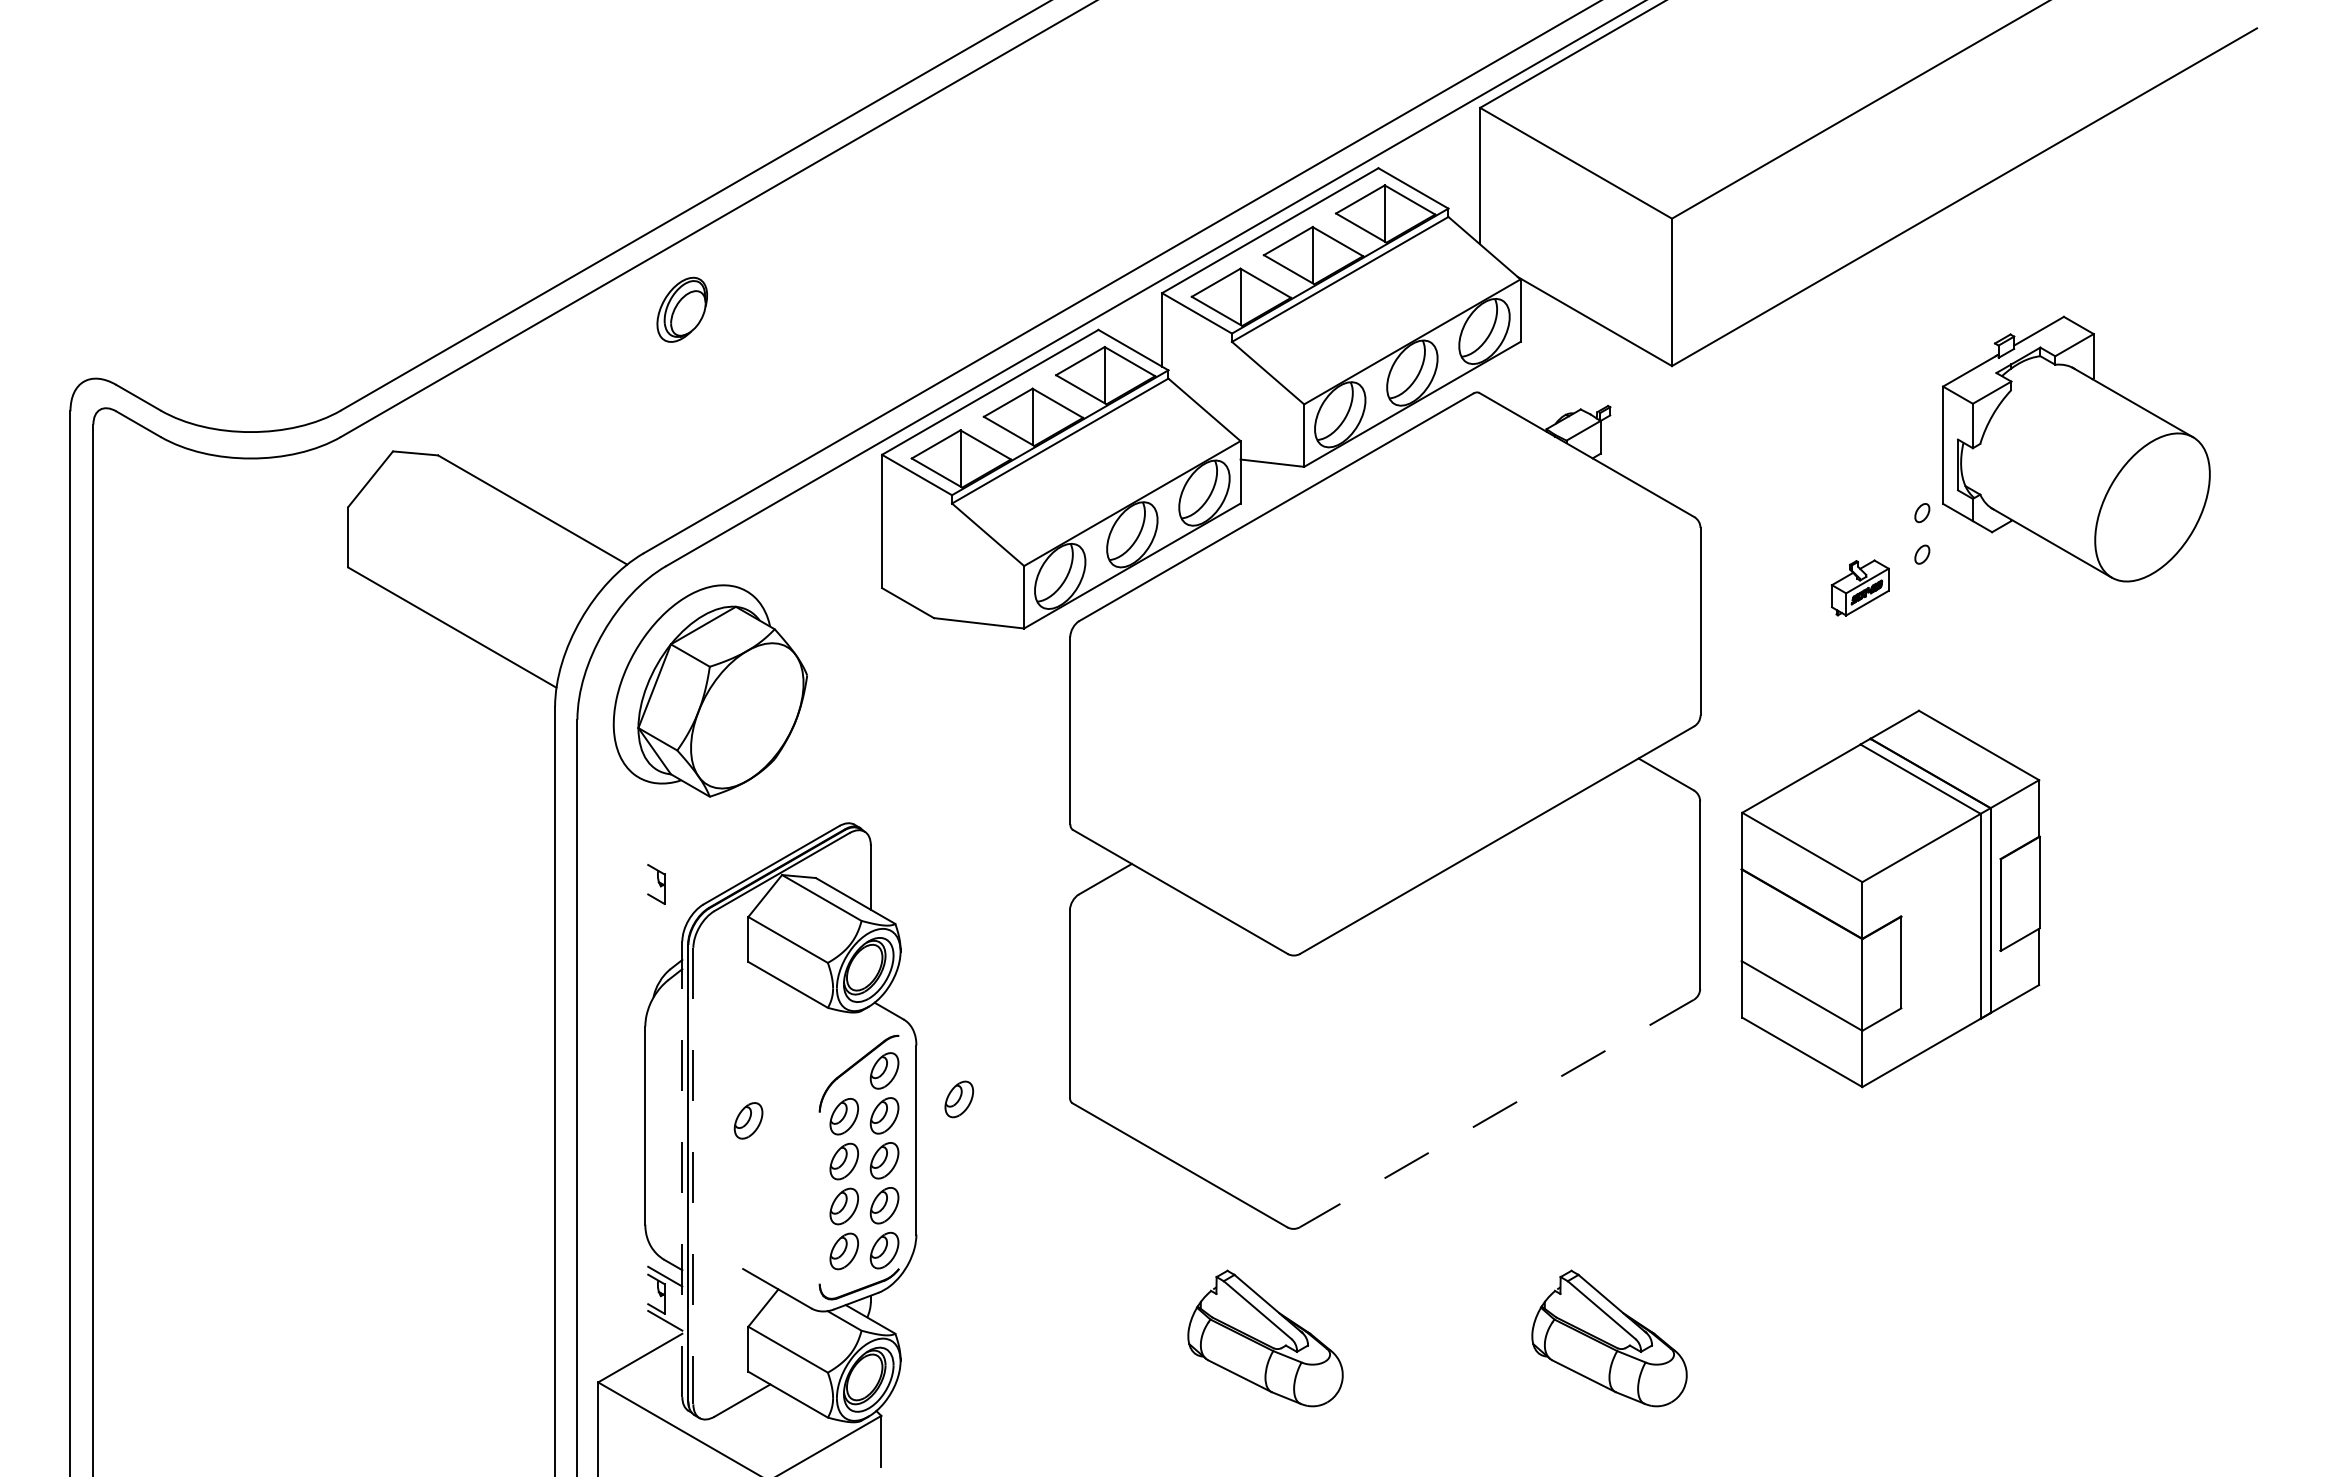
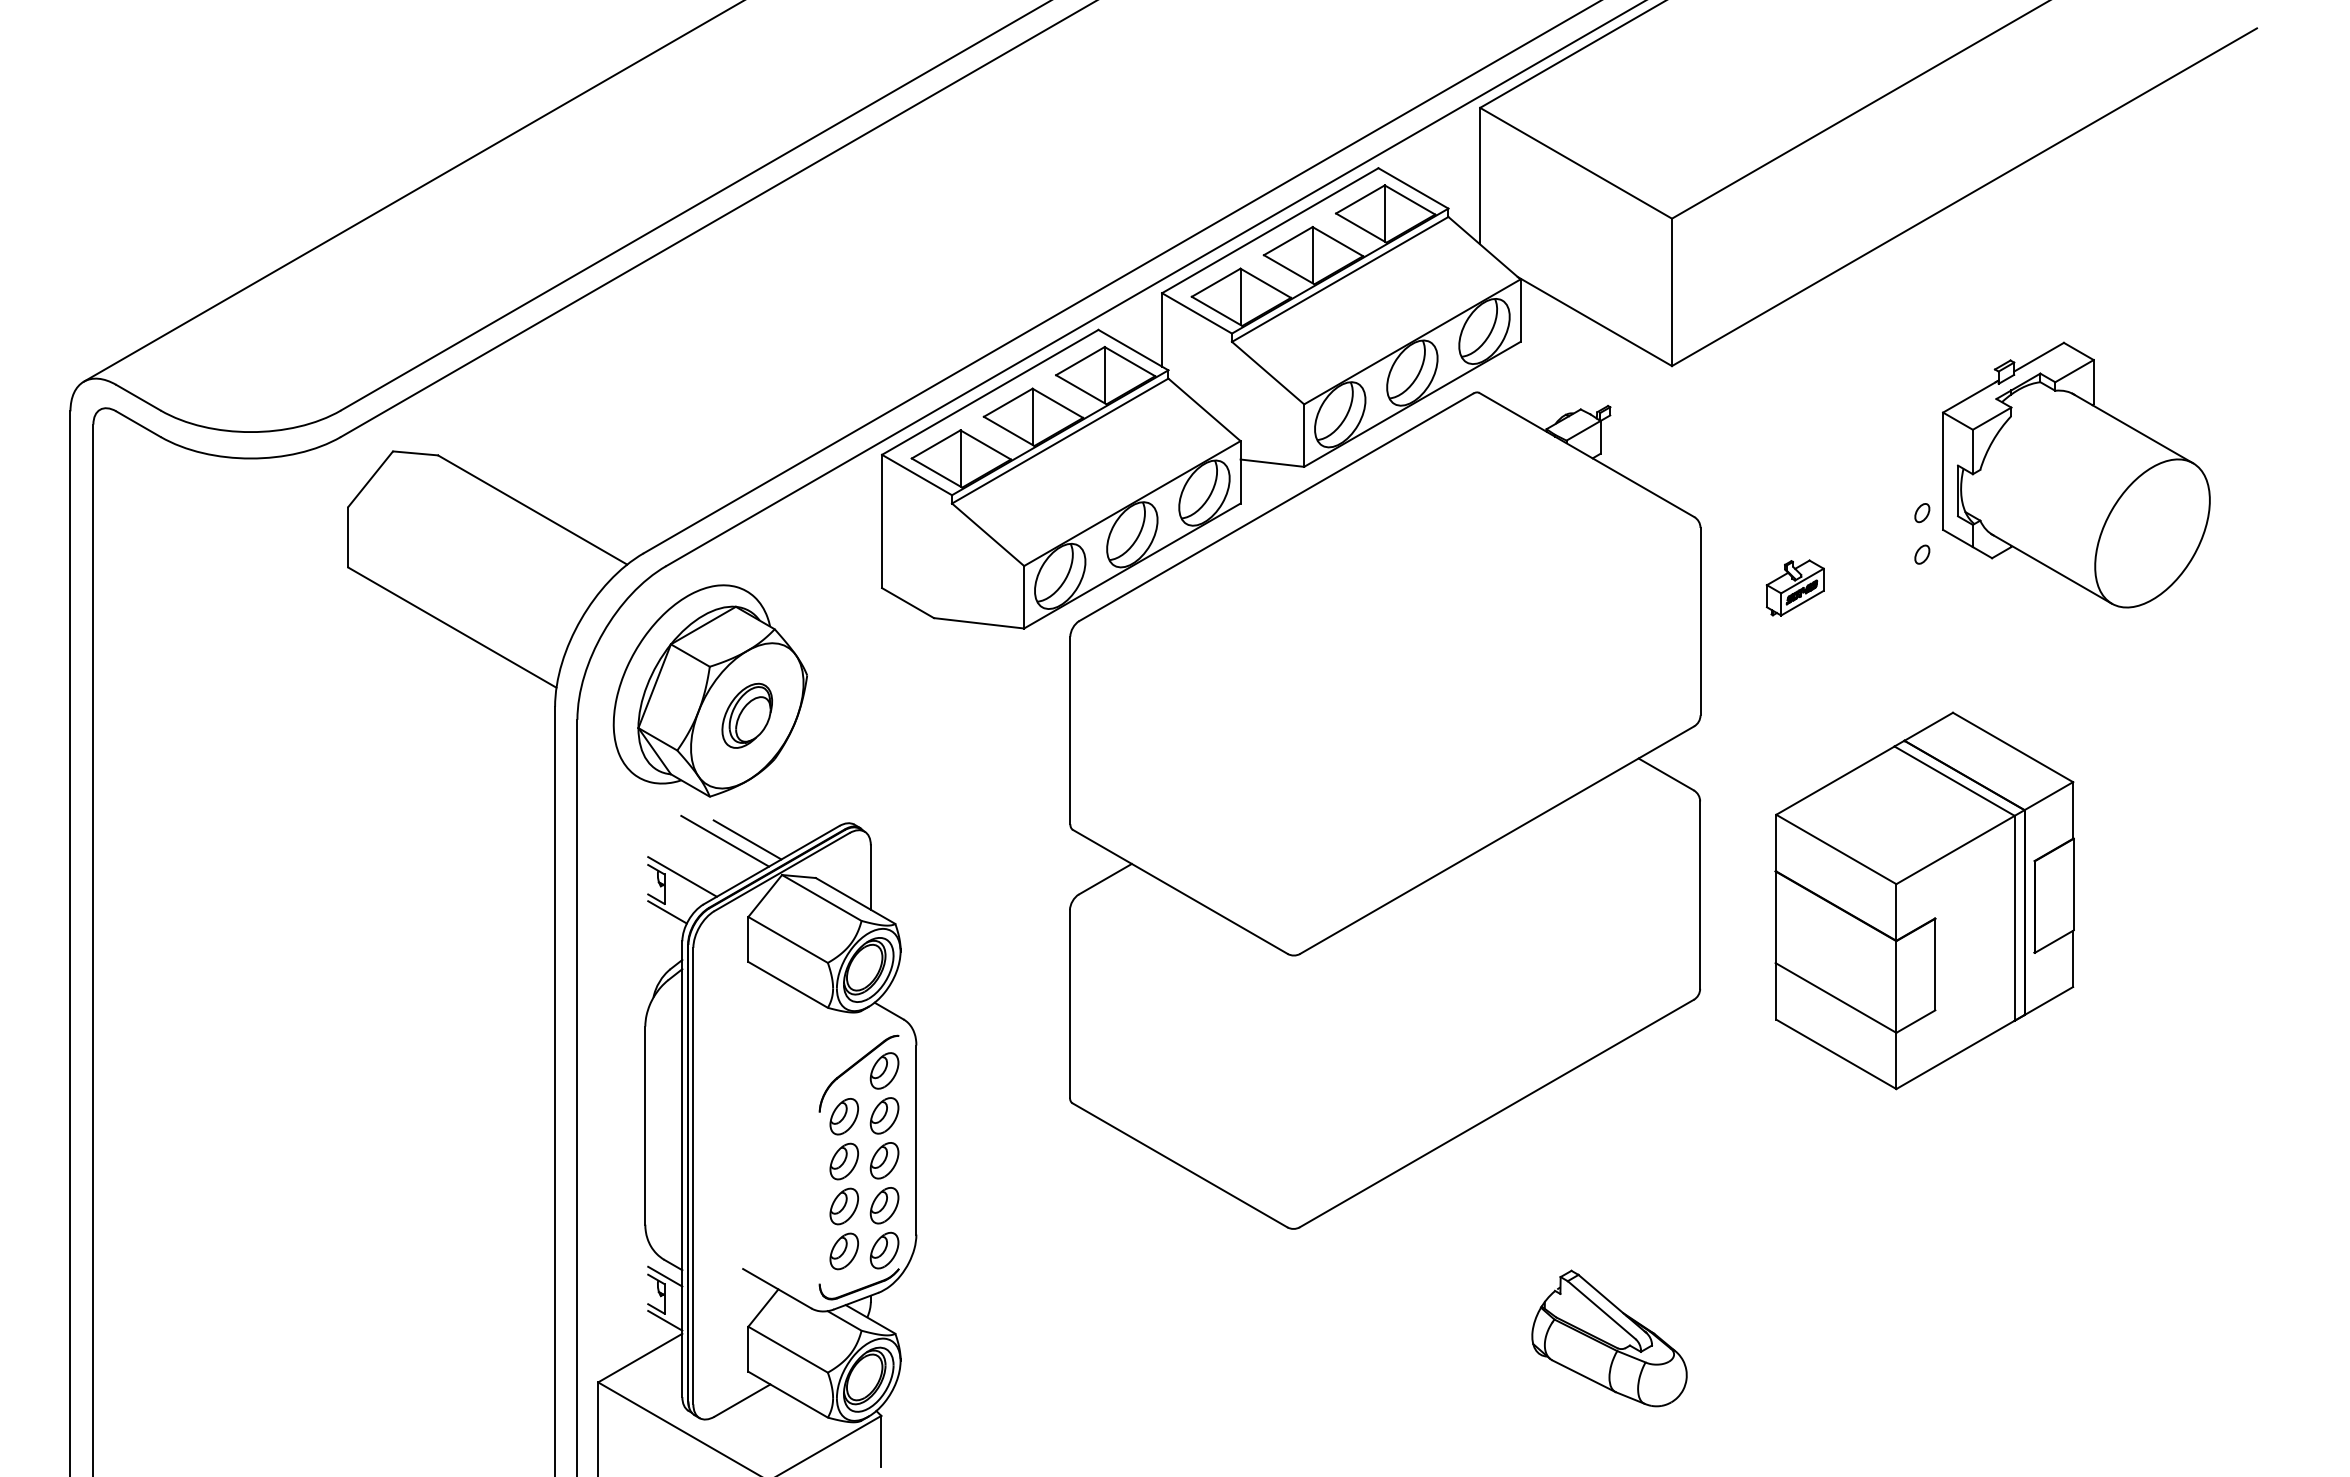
line at (412, 191): none -> present
part at (681, 309) position: (681, 309) -> (746, 715)
part at (2076, 448) position: (2076, 448) -> (2076, 474)
part at (1859, 587) position: (1859, 587) -> (1794, 587)
line at (747, 839): none -> present
line at (725, 840): none -> present
line at (682, 876): none -> present
part at (1890, 898) position: (1890, 898) -> (1924, 900)
line at (667, 912): none -> present
part at (958, 1099): present -> none
line at (1496, 1113): dashed -> solid
part at (748, 1120): present -> none
line at (682, 1169): dashed -> solid
line at (693, 1176): dashed -> solid
part at (1265, 1338): present -> none
